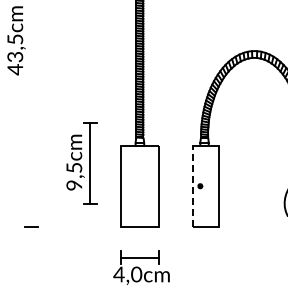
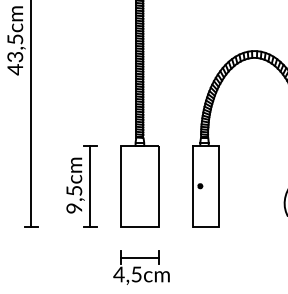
line at (31, 114): none -> present
part at (81, 163) position: (81, 163) -> (81, 186)
line at (193, 185): dashed -> solid
text at (136, 274): 4,0cm -> 4,5cm
